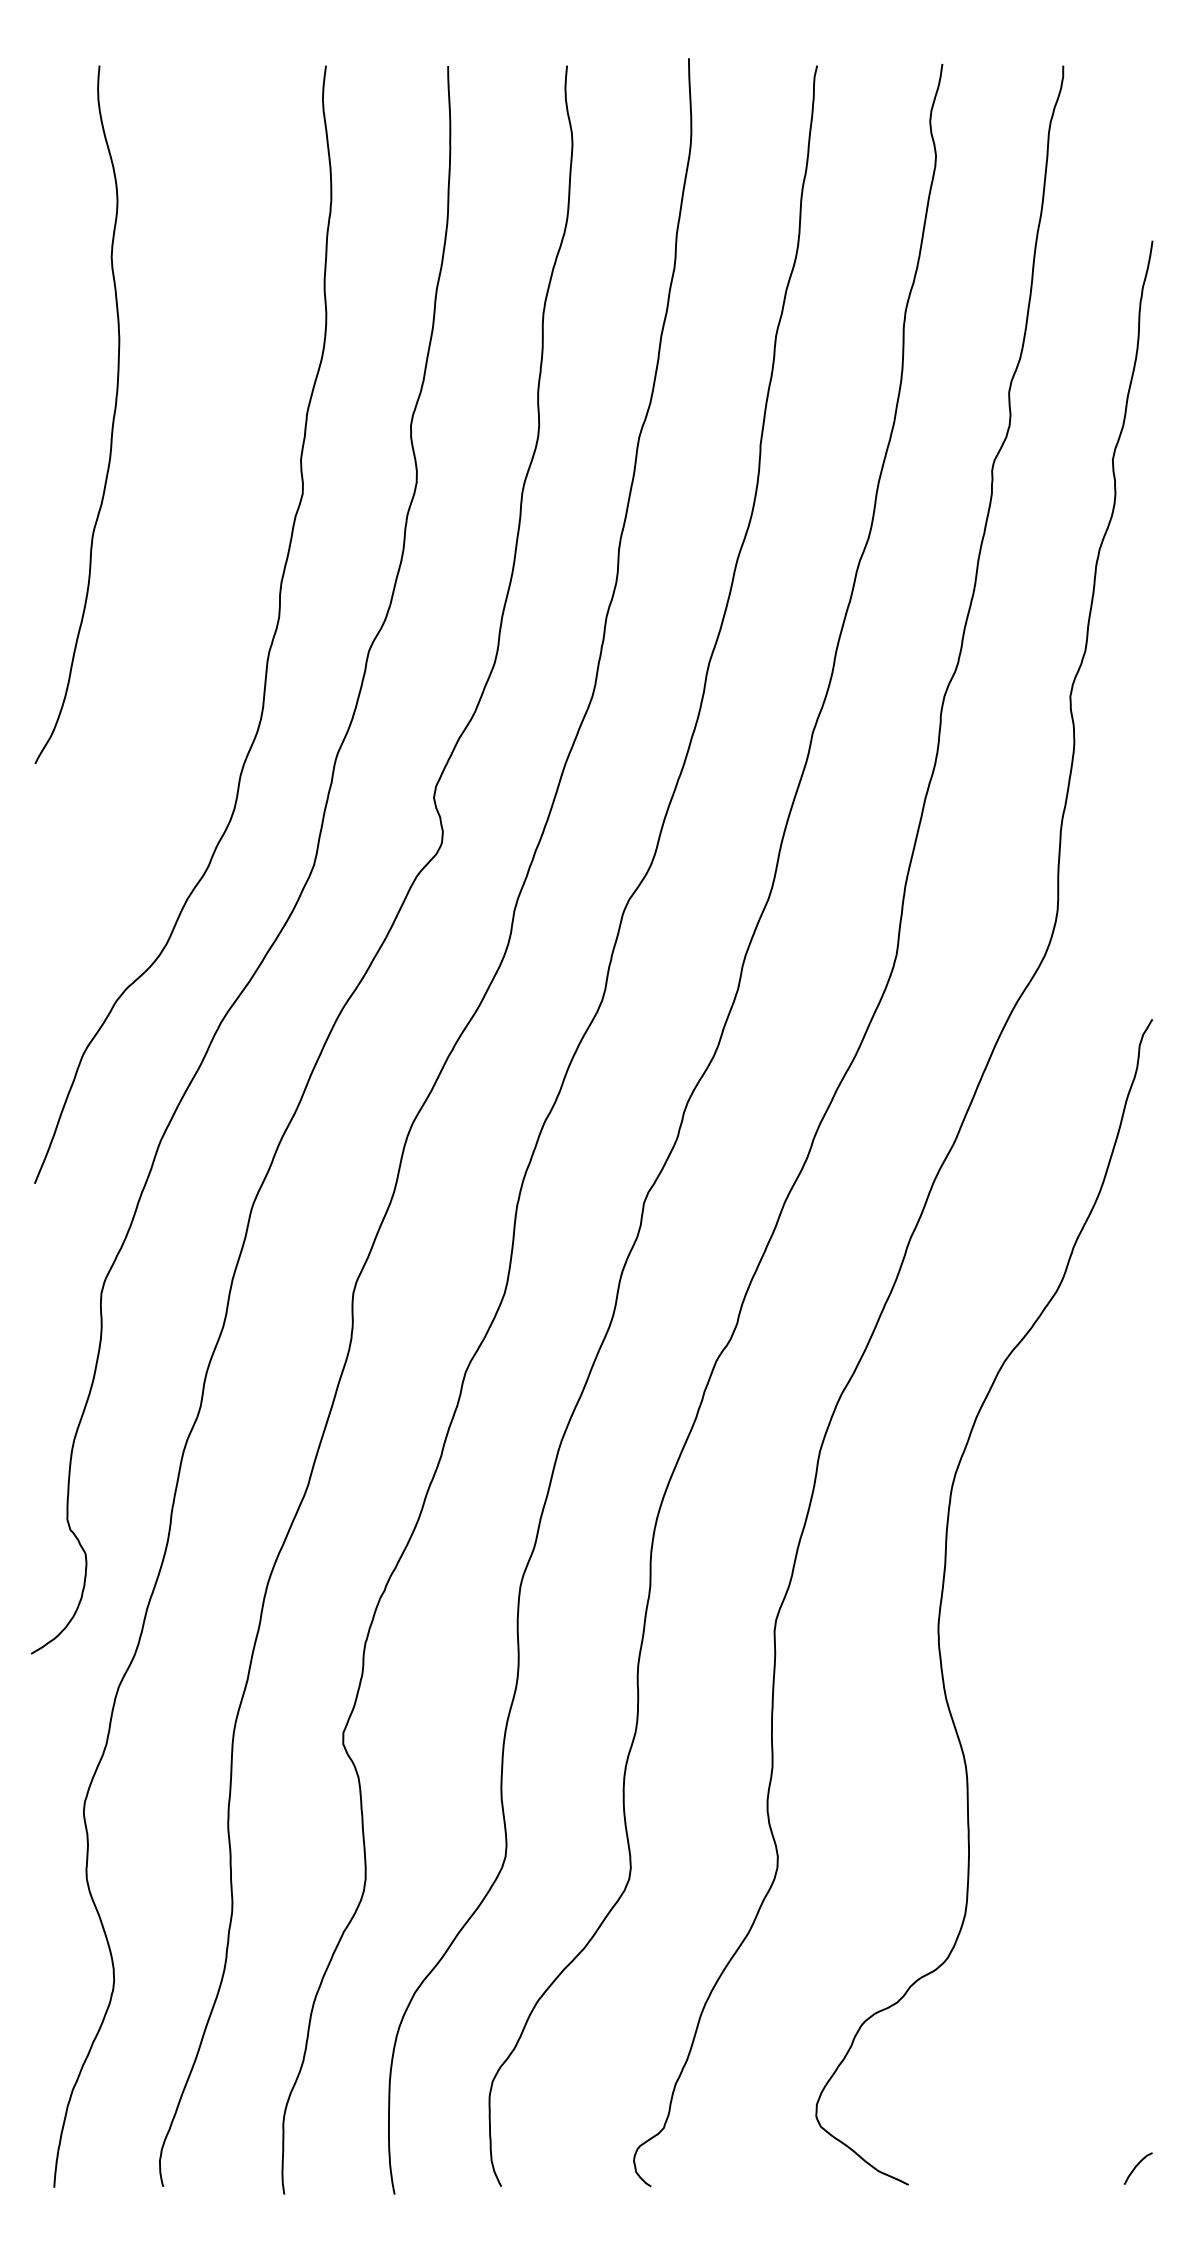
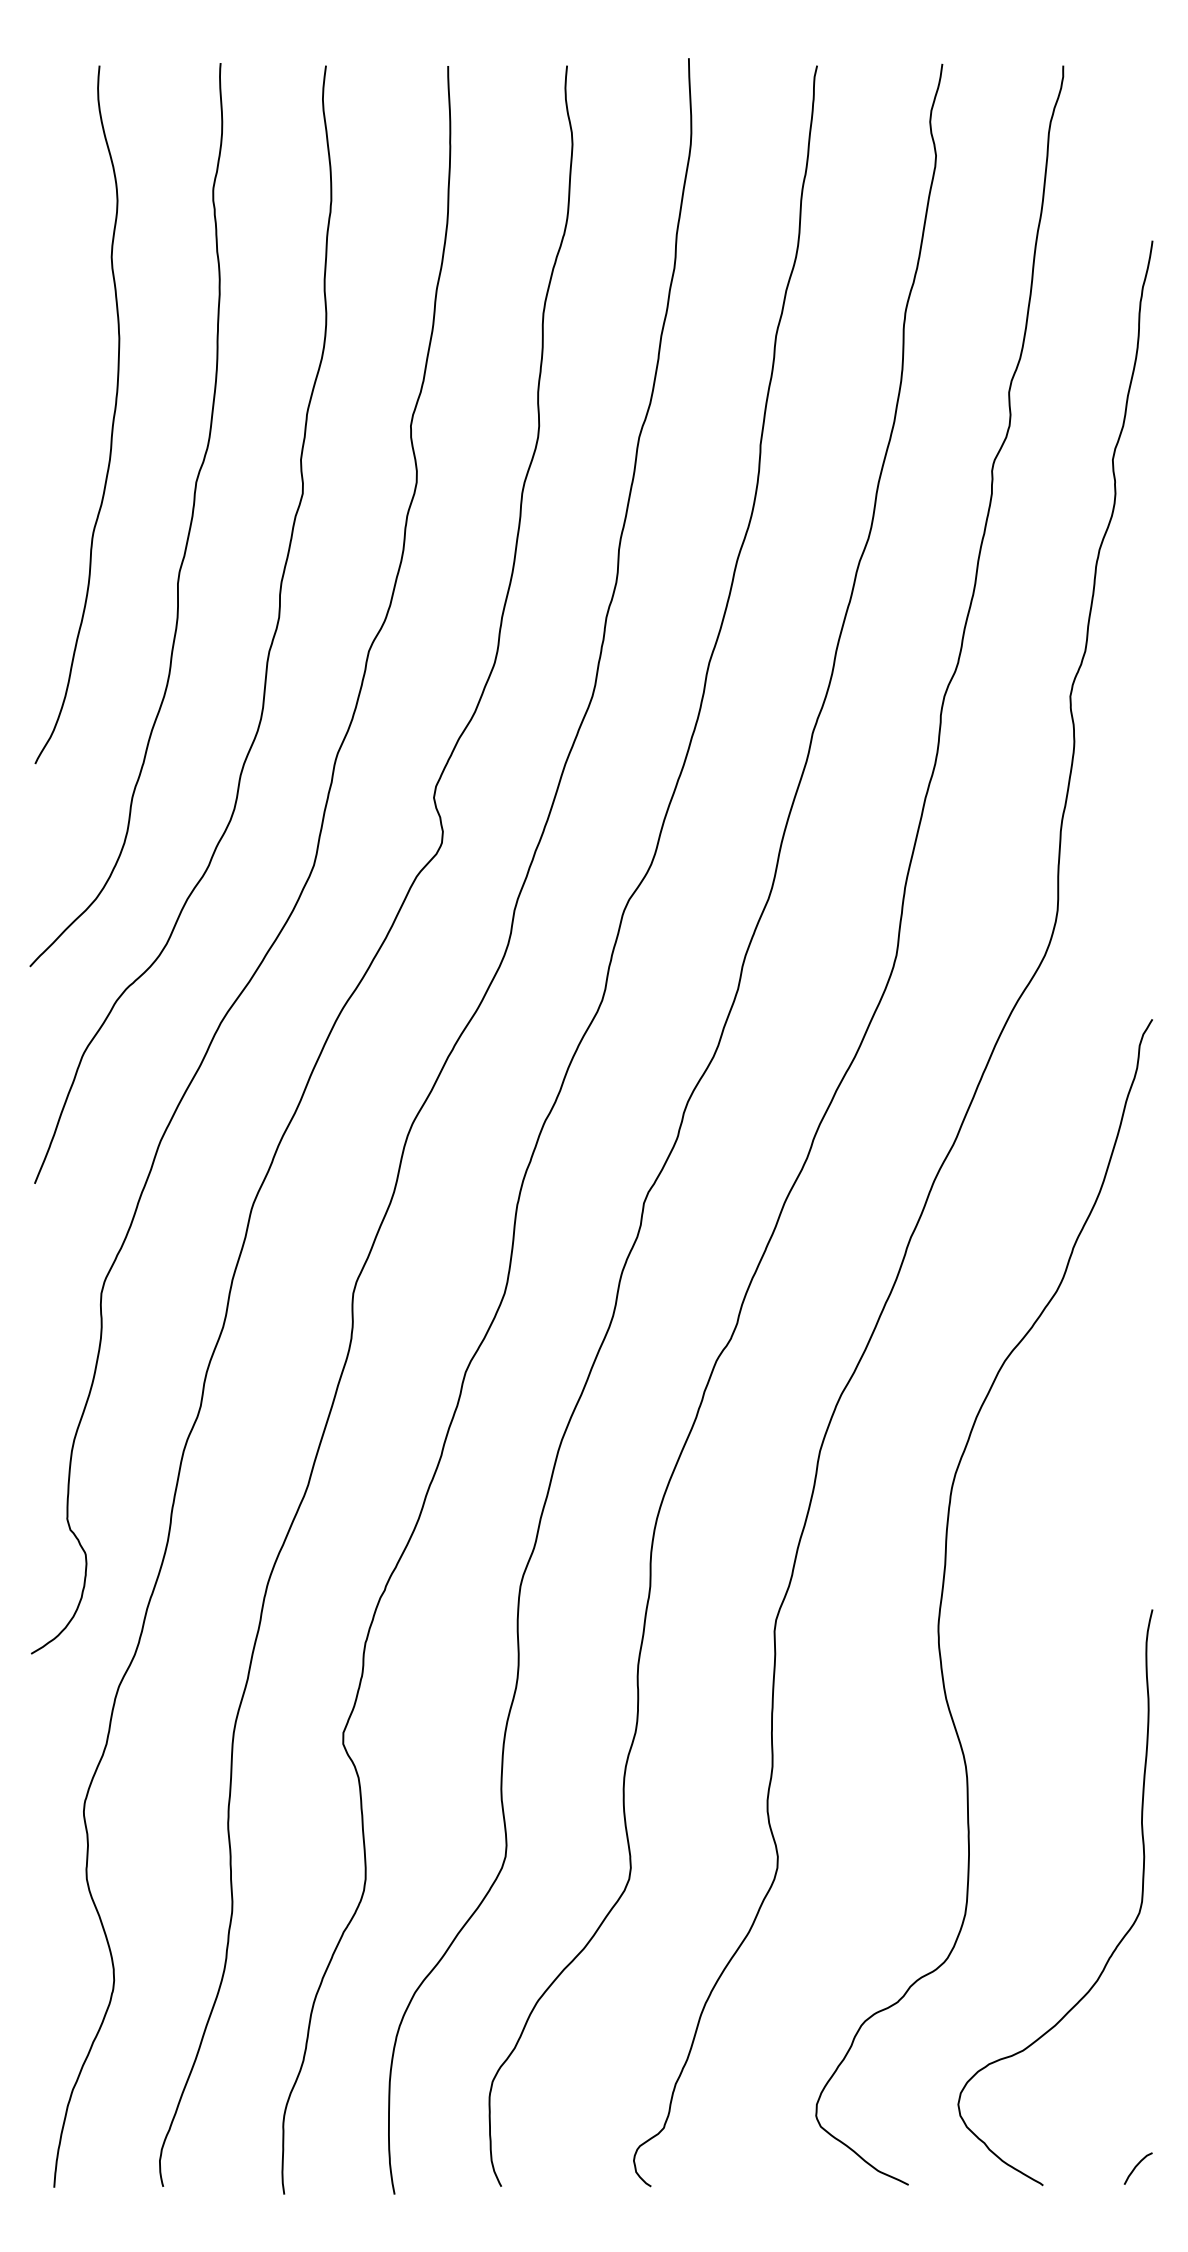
curve at (189, 525): none -> present
curve at (1118, 1942): none -> present
